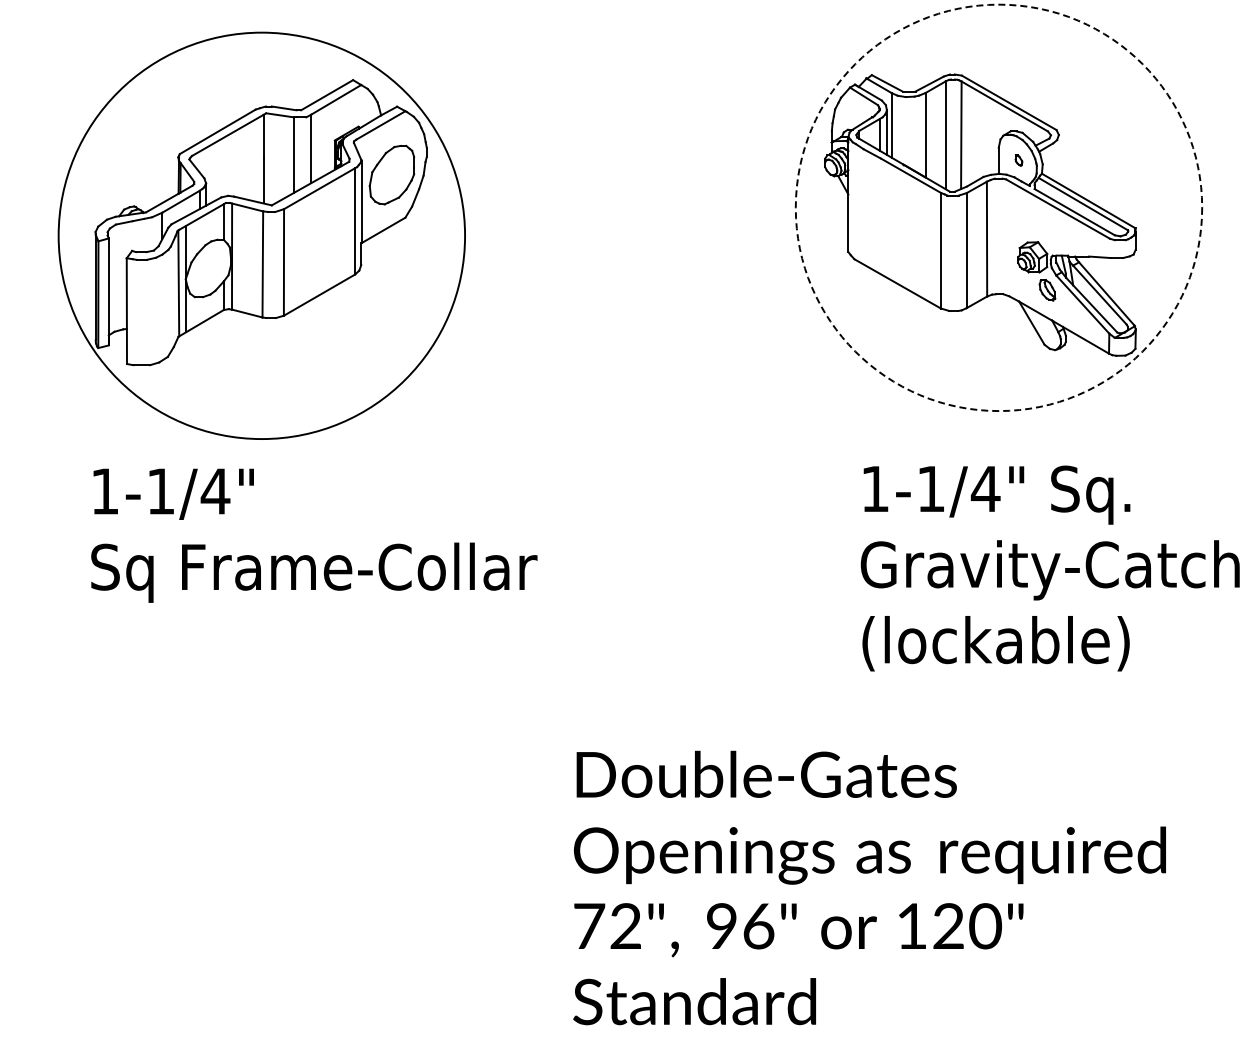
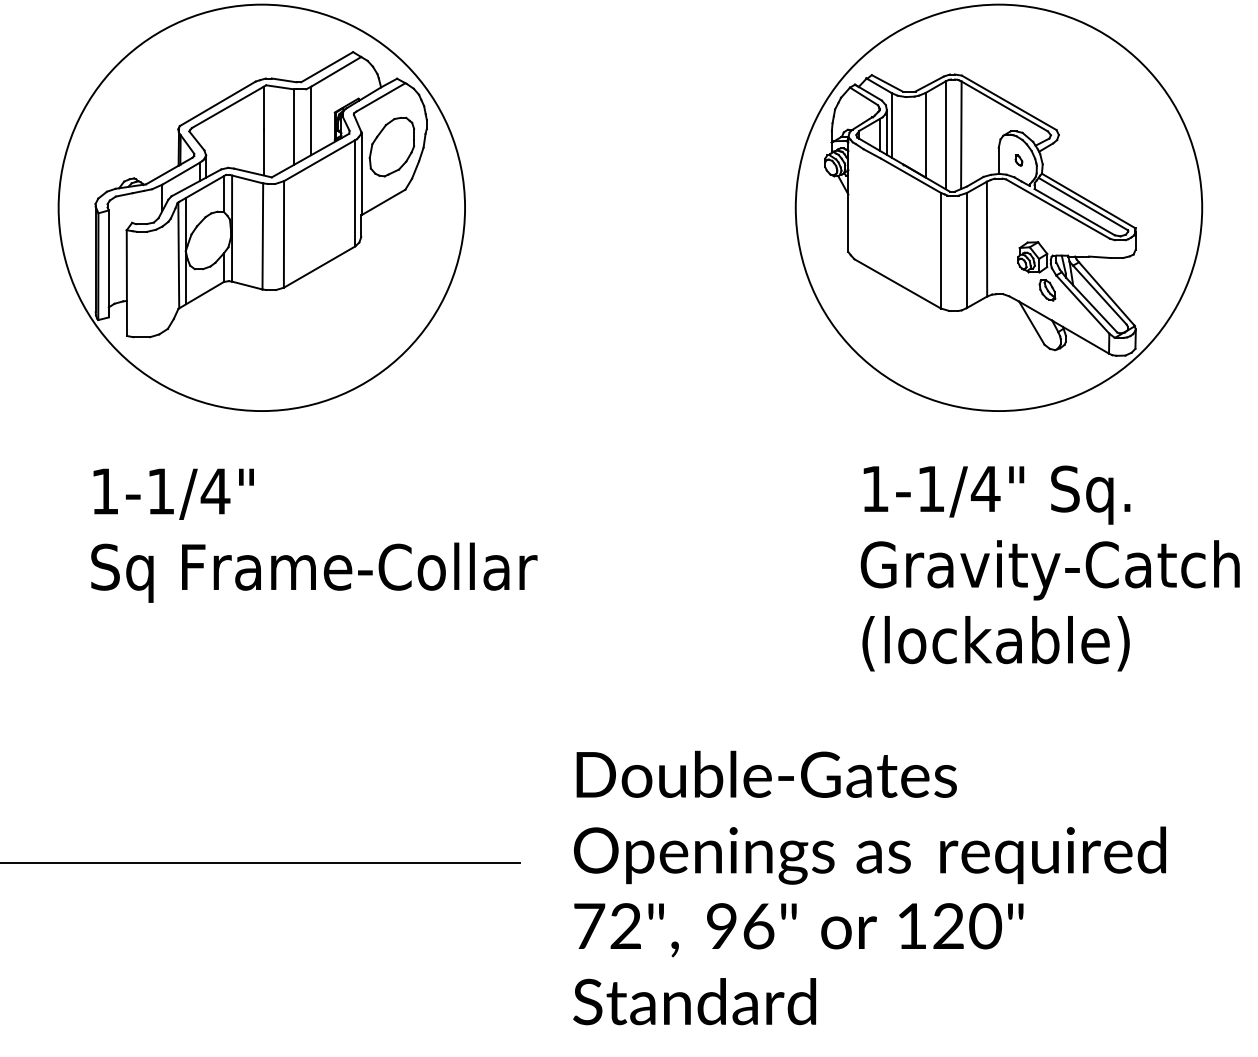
circle at (998, 207): dashed -> solid
part at (261, 235) position: (261, 235) -> (261, 207)
line at (261, 863): none -> present
